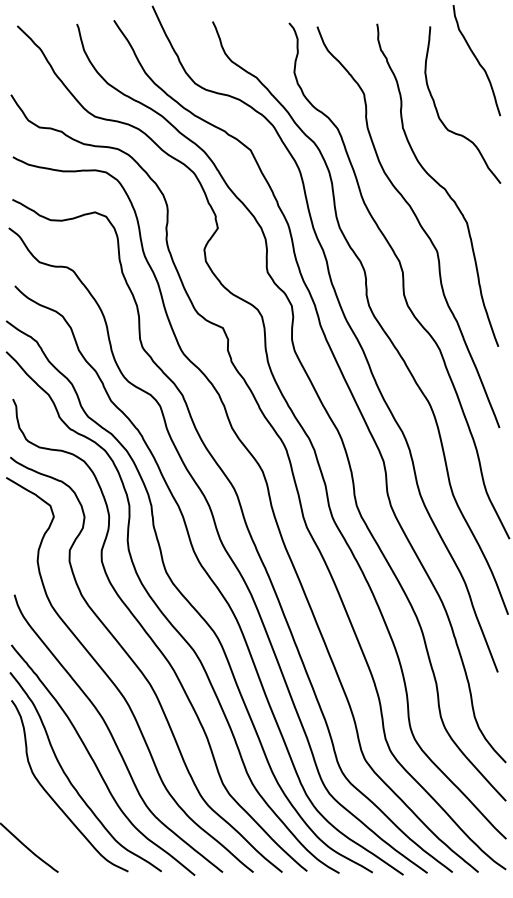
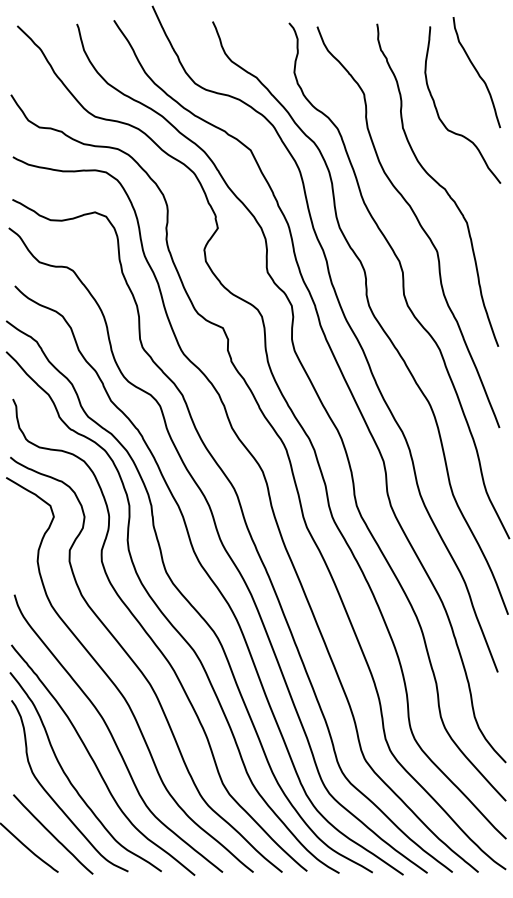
curve at (476, 60) position: (476, 60) -> (476, 72)
line at (53, 834): none -> present
